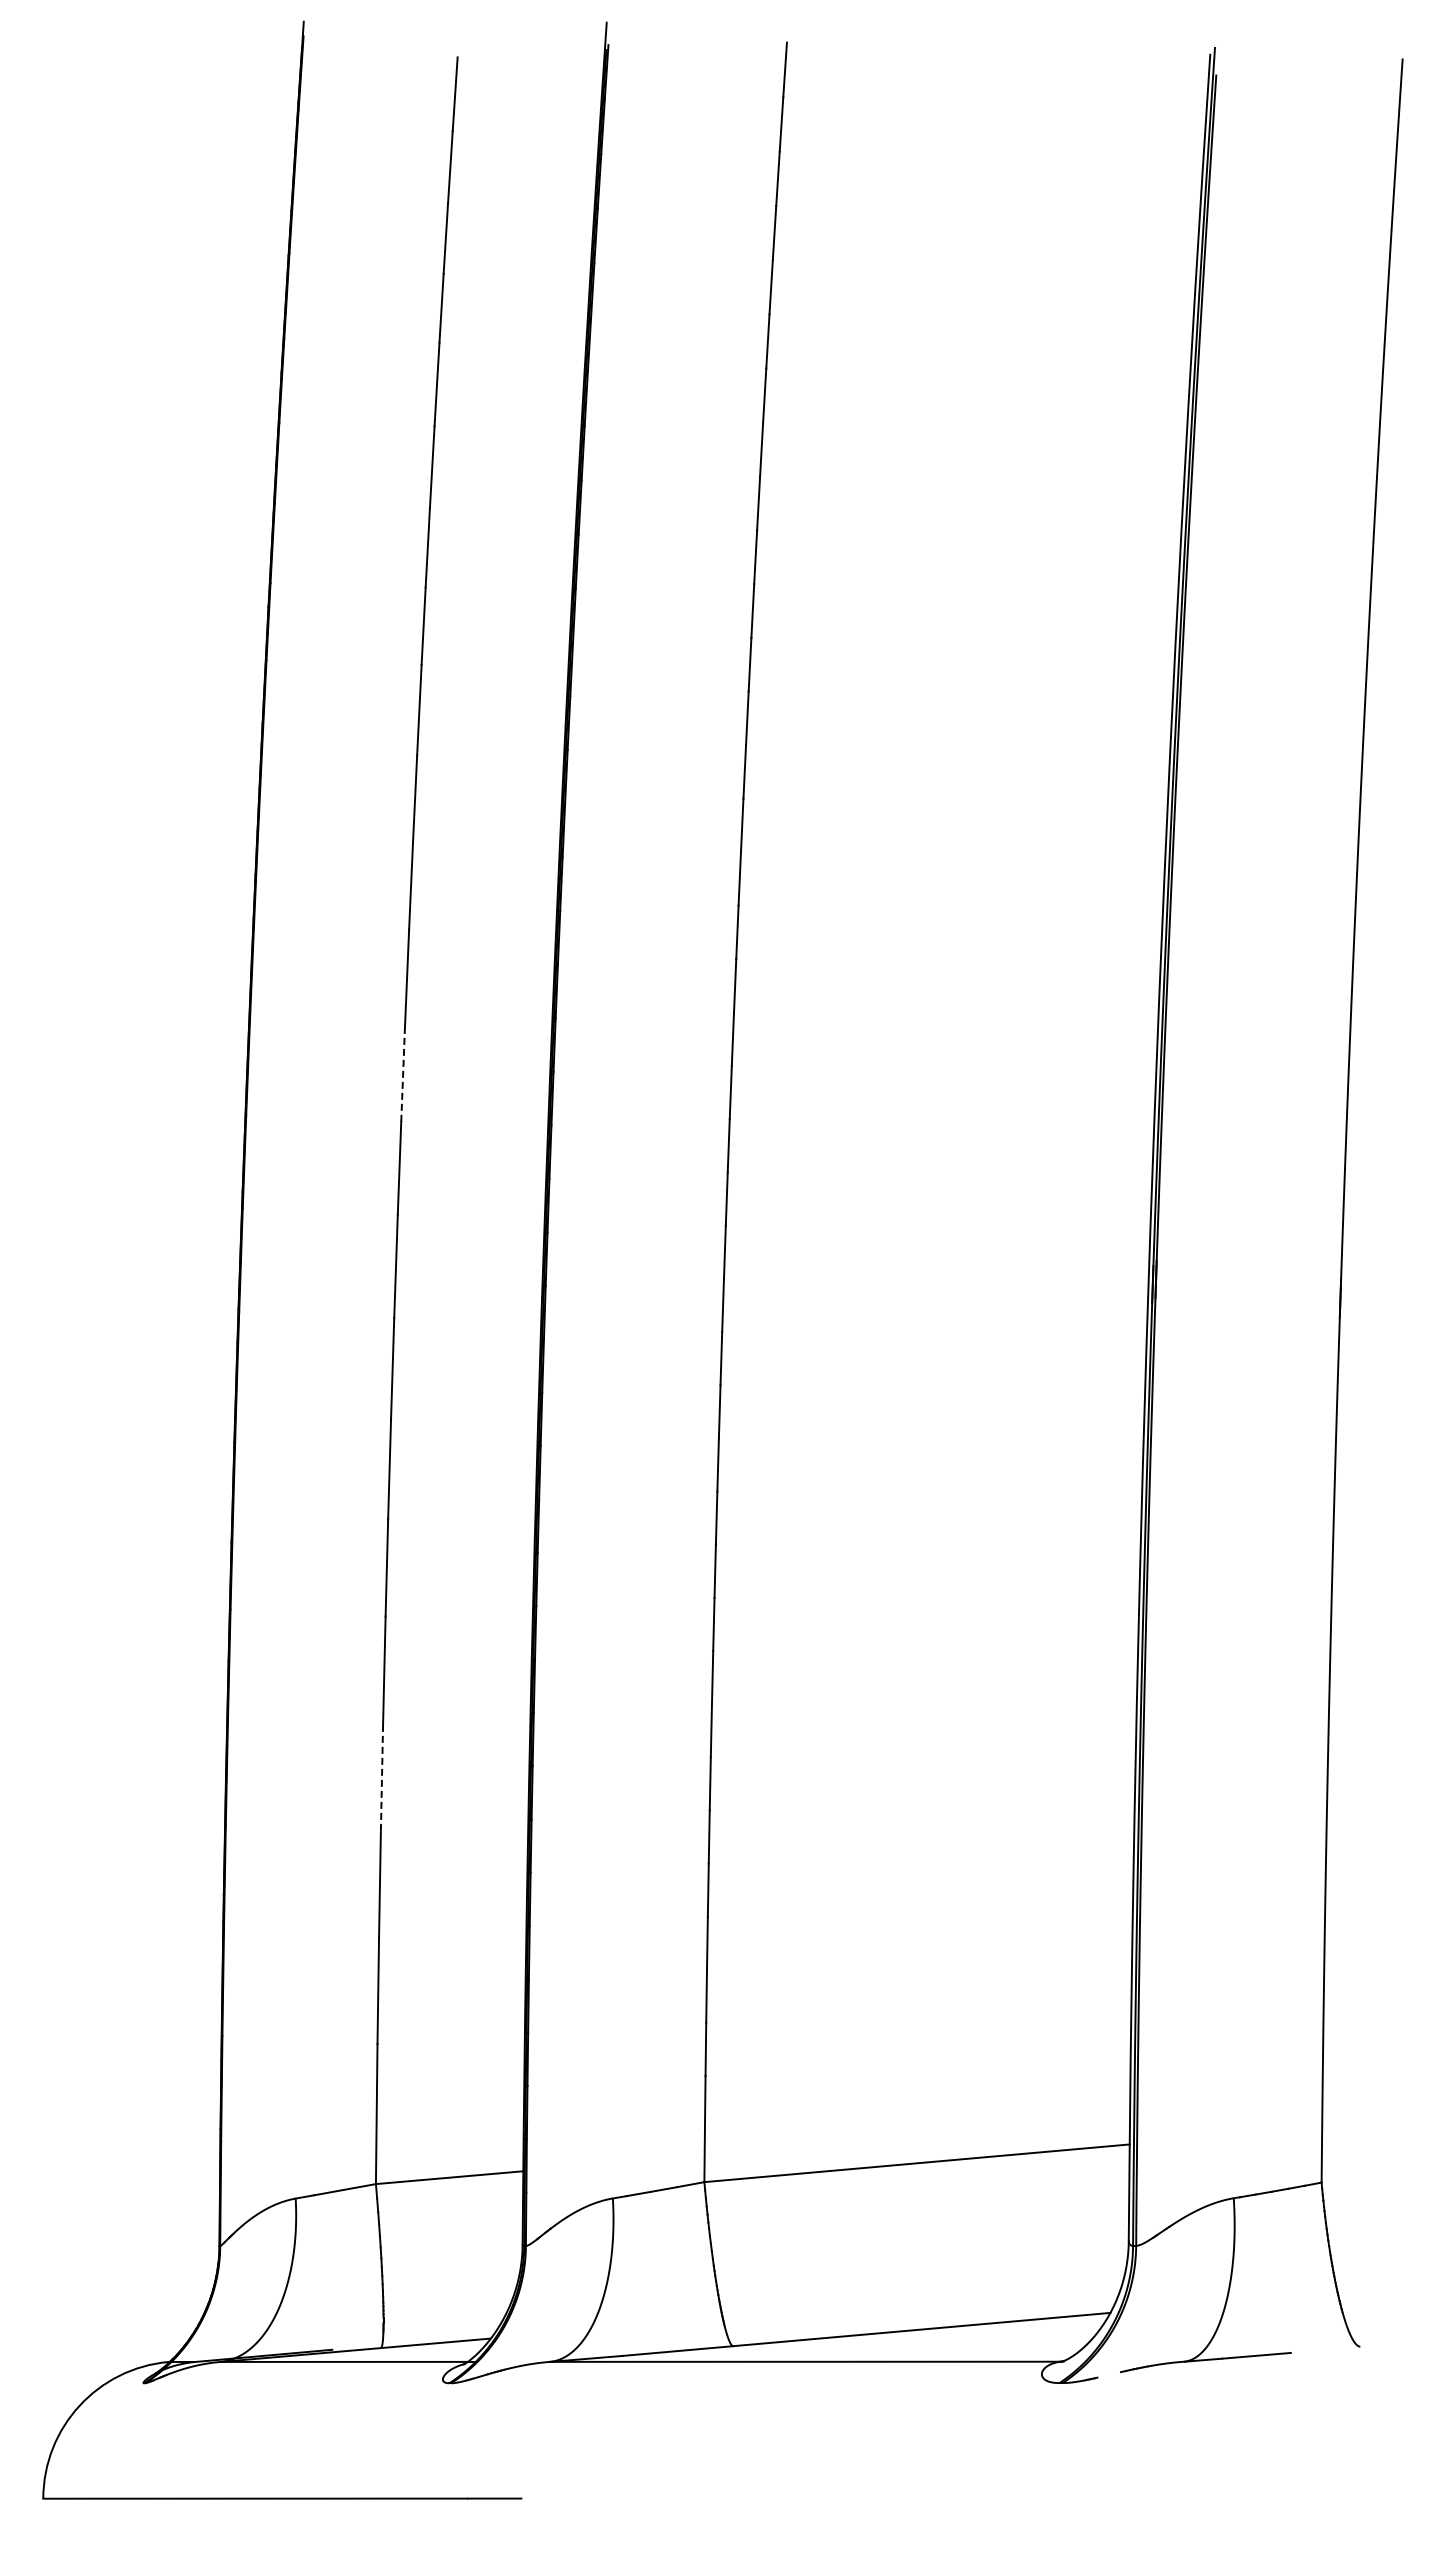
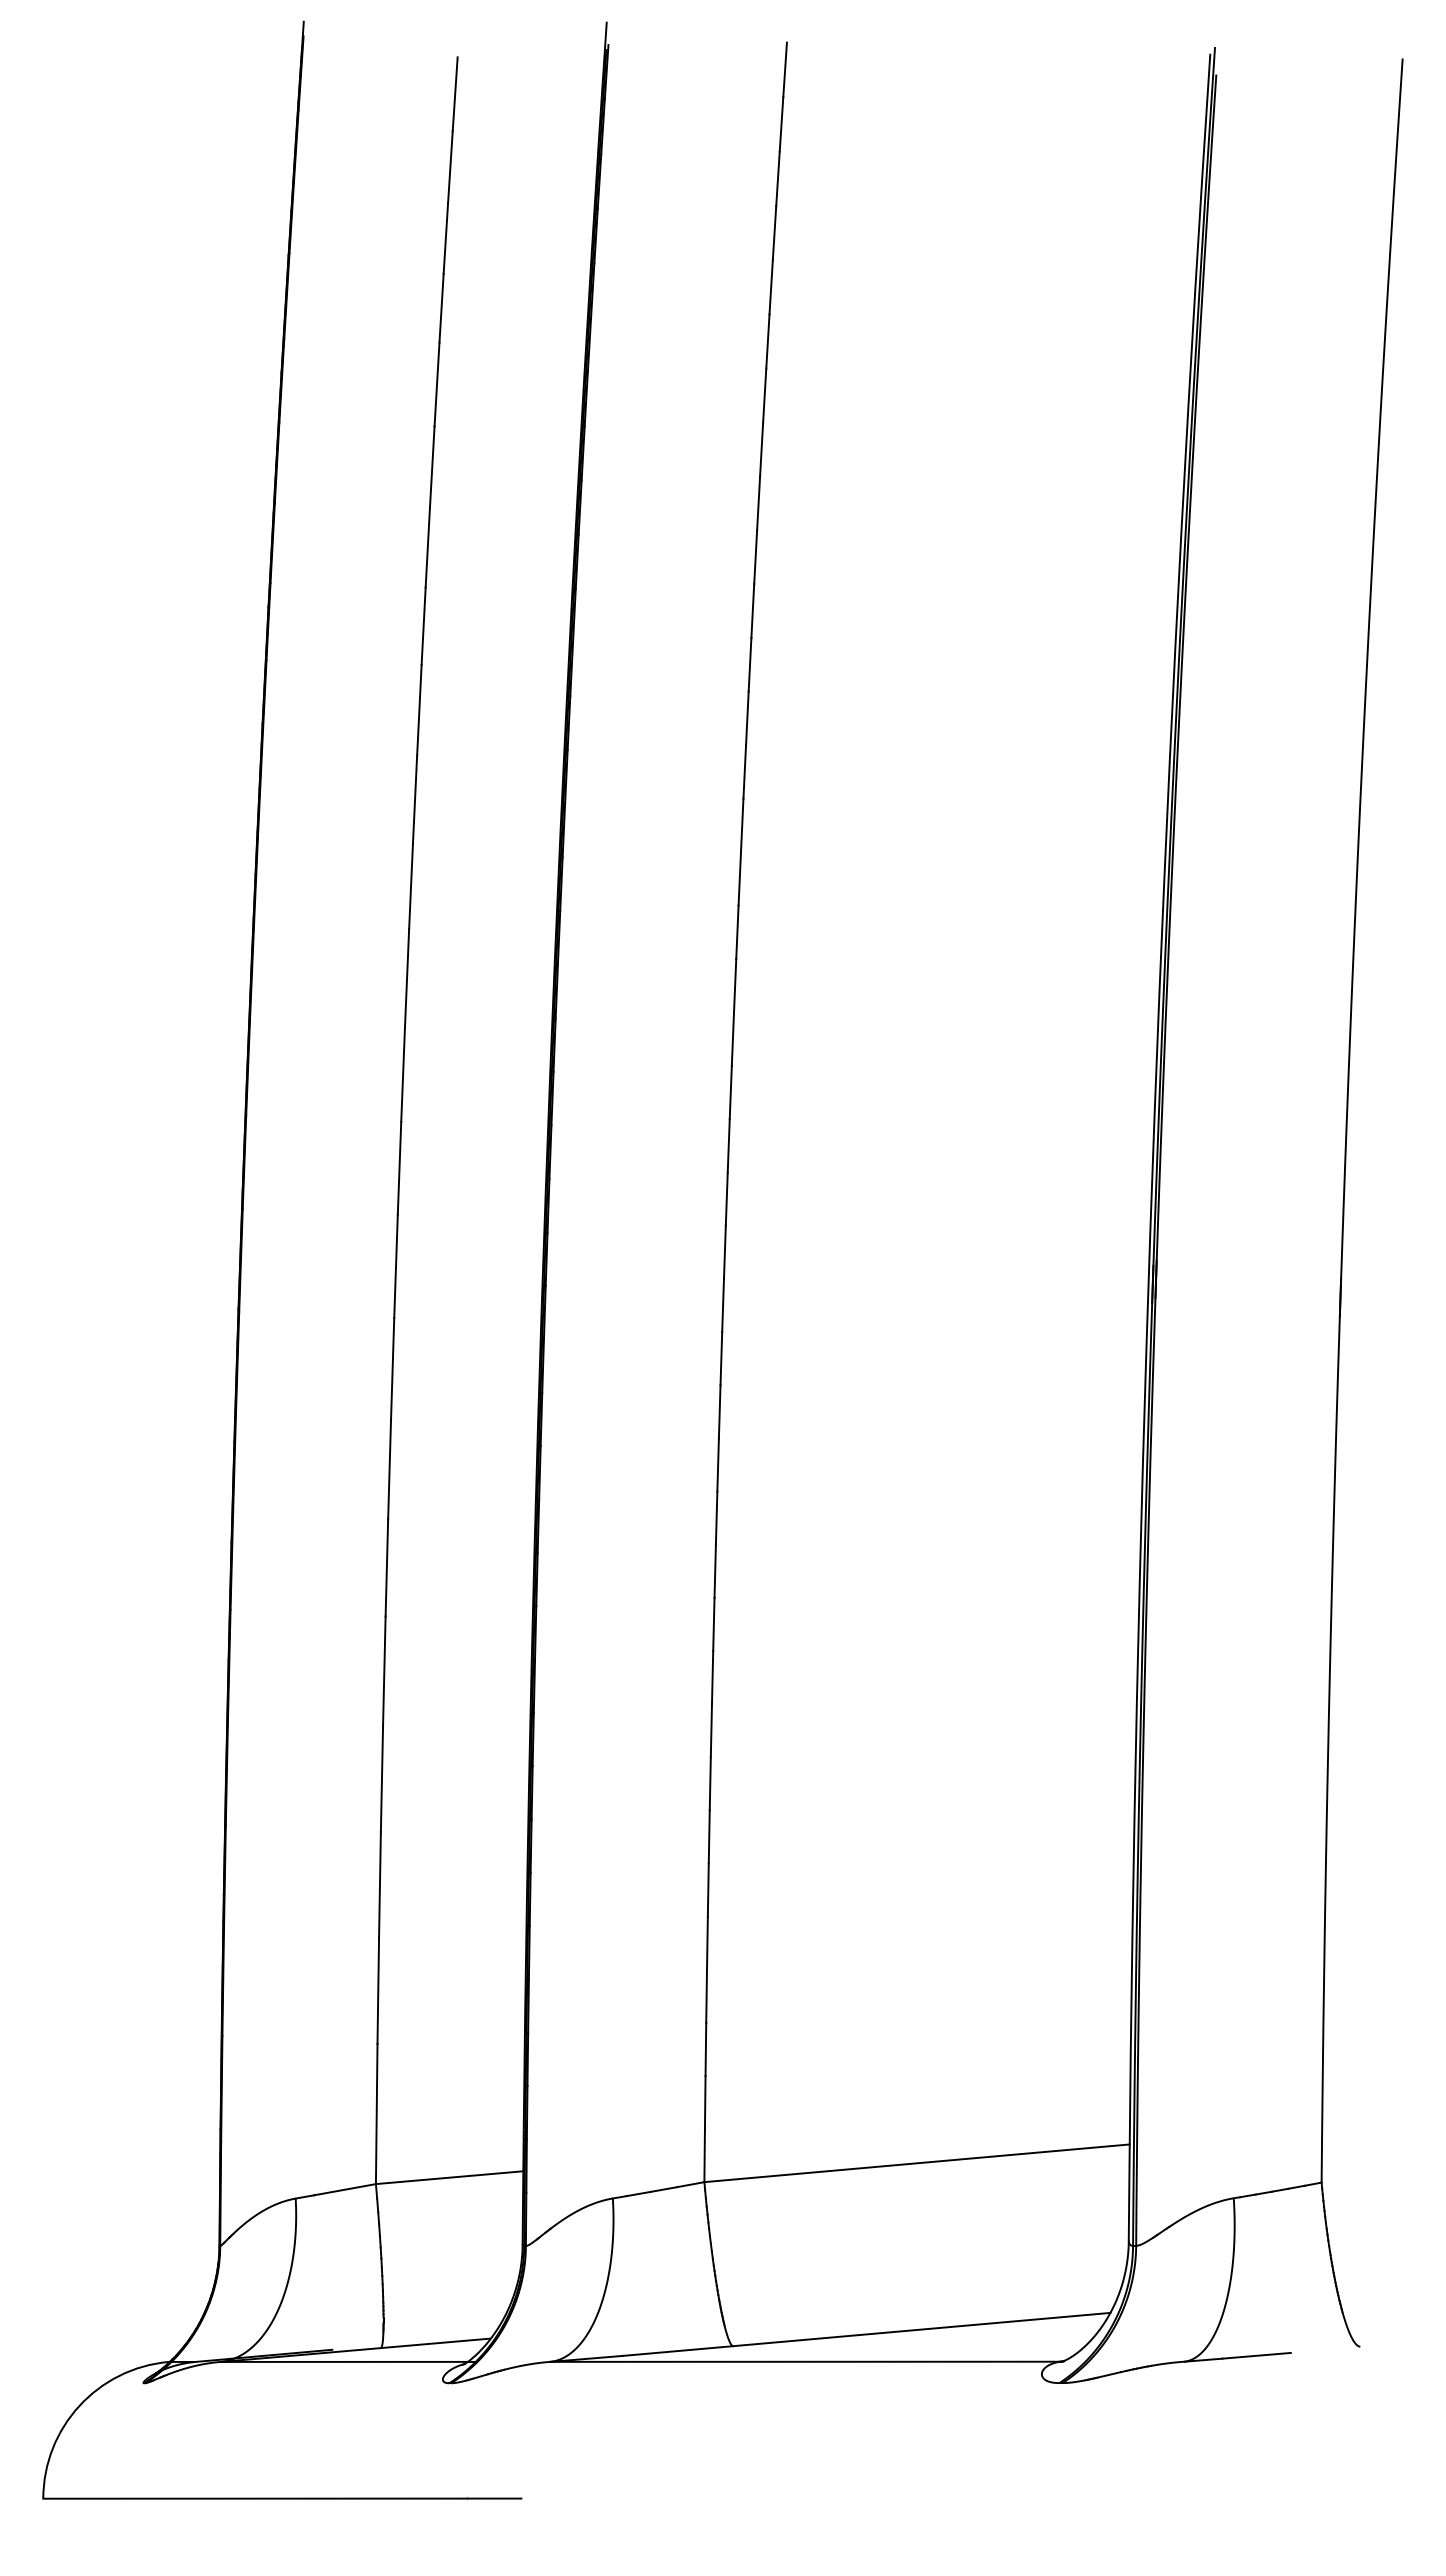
line at (403, 1074): dashed -> solid
line at (381, 1778): dashed -> solid
line at (1108, 2374): none -> present
